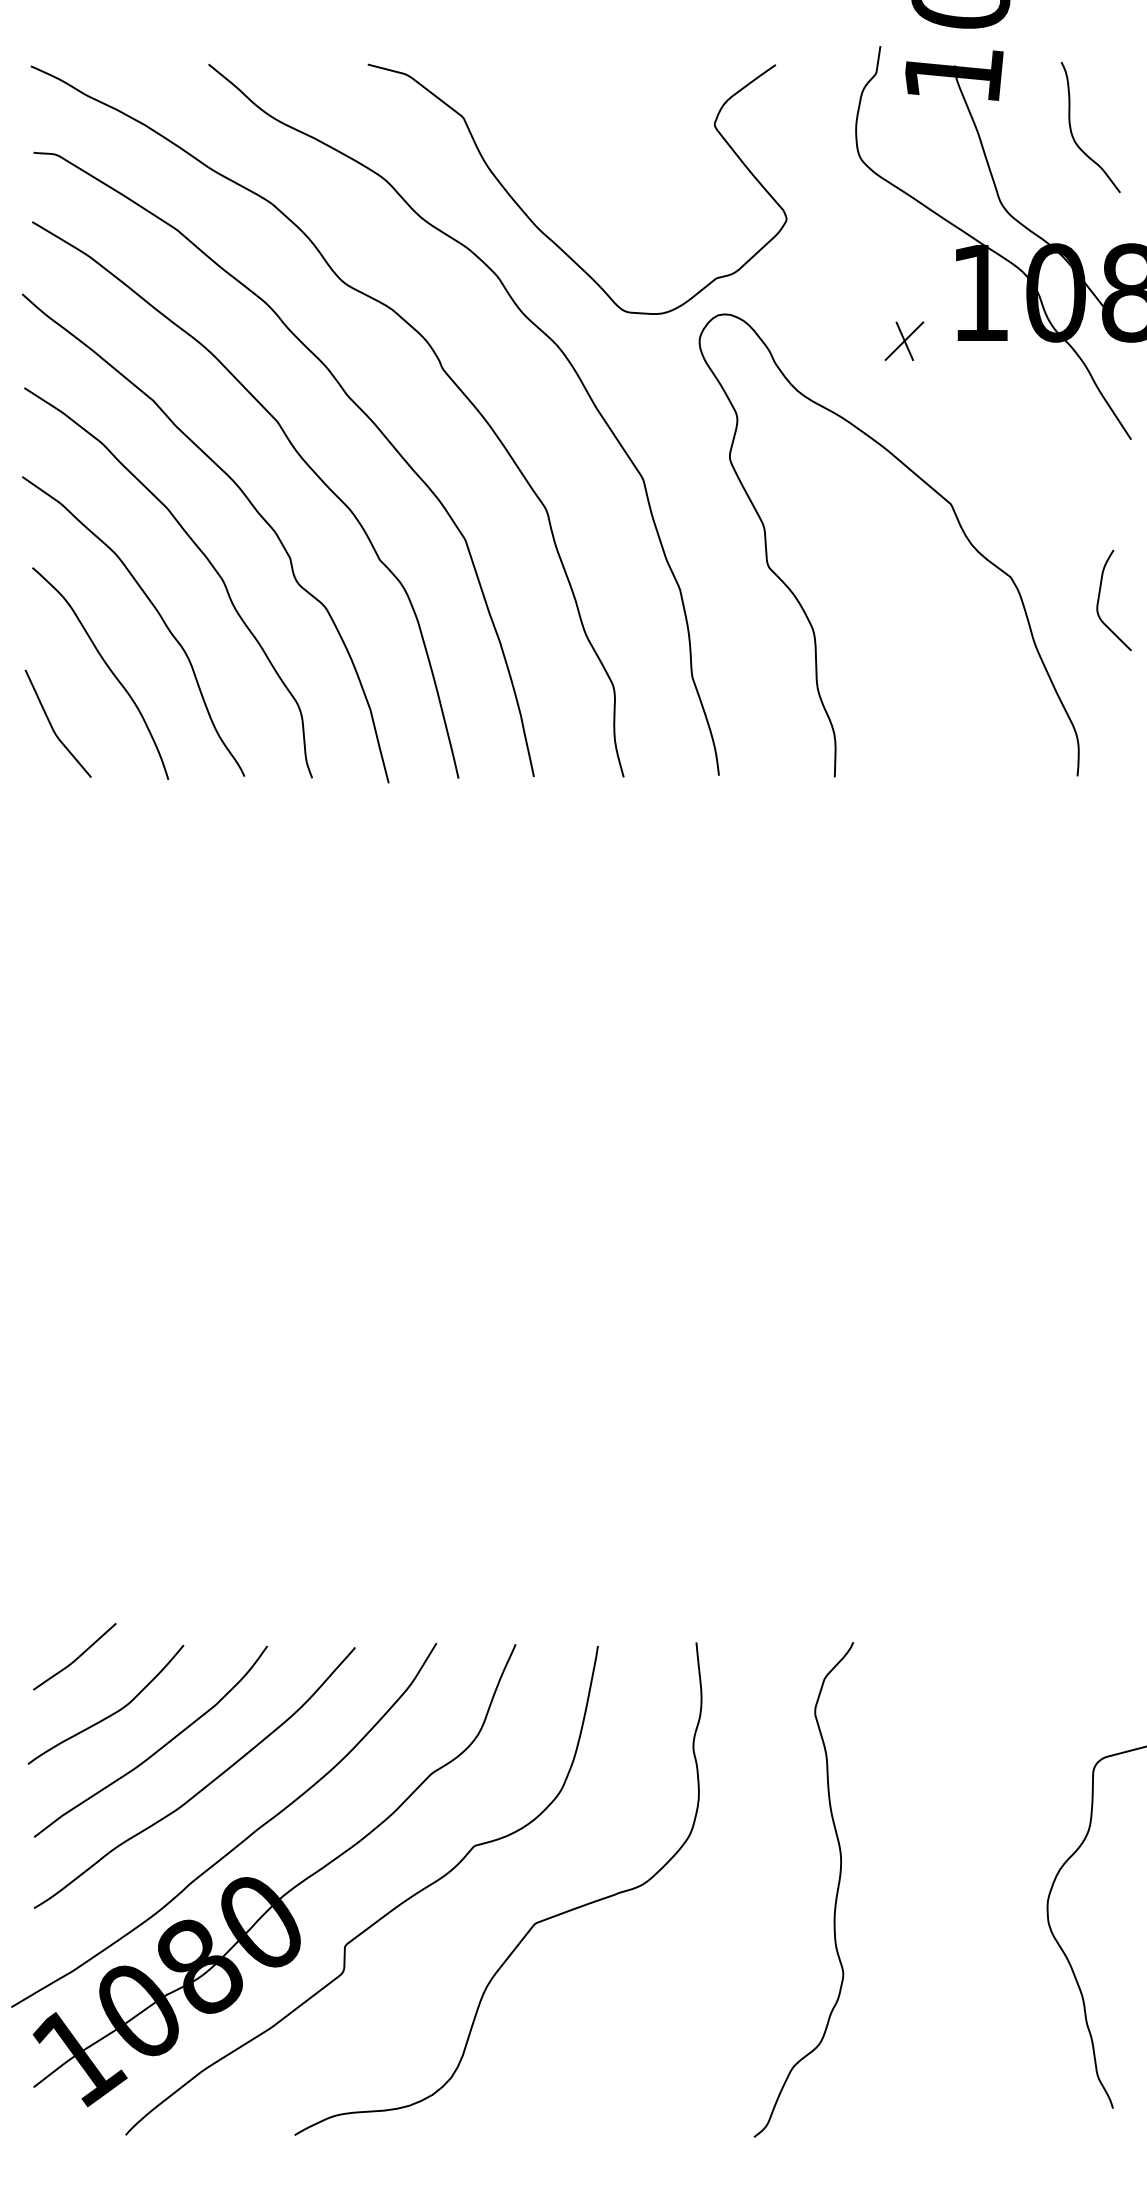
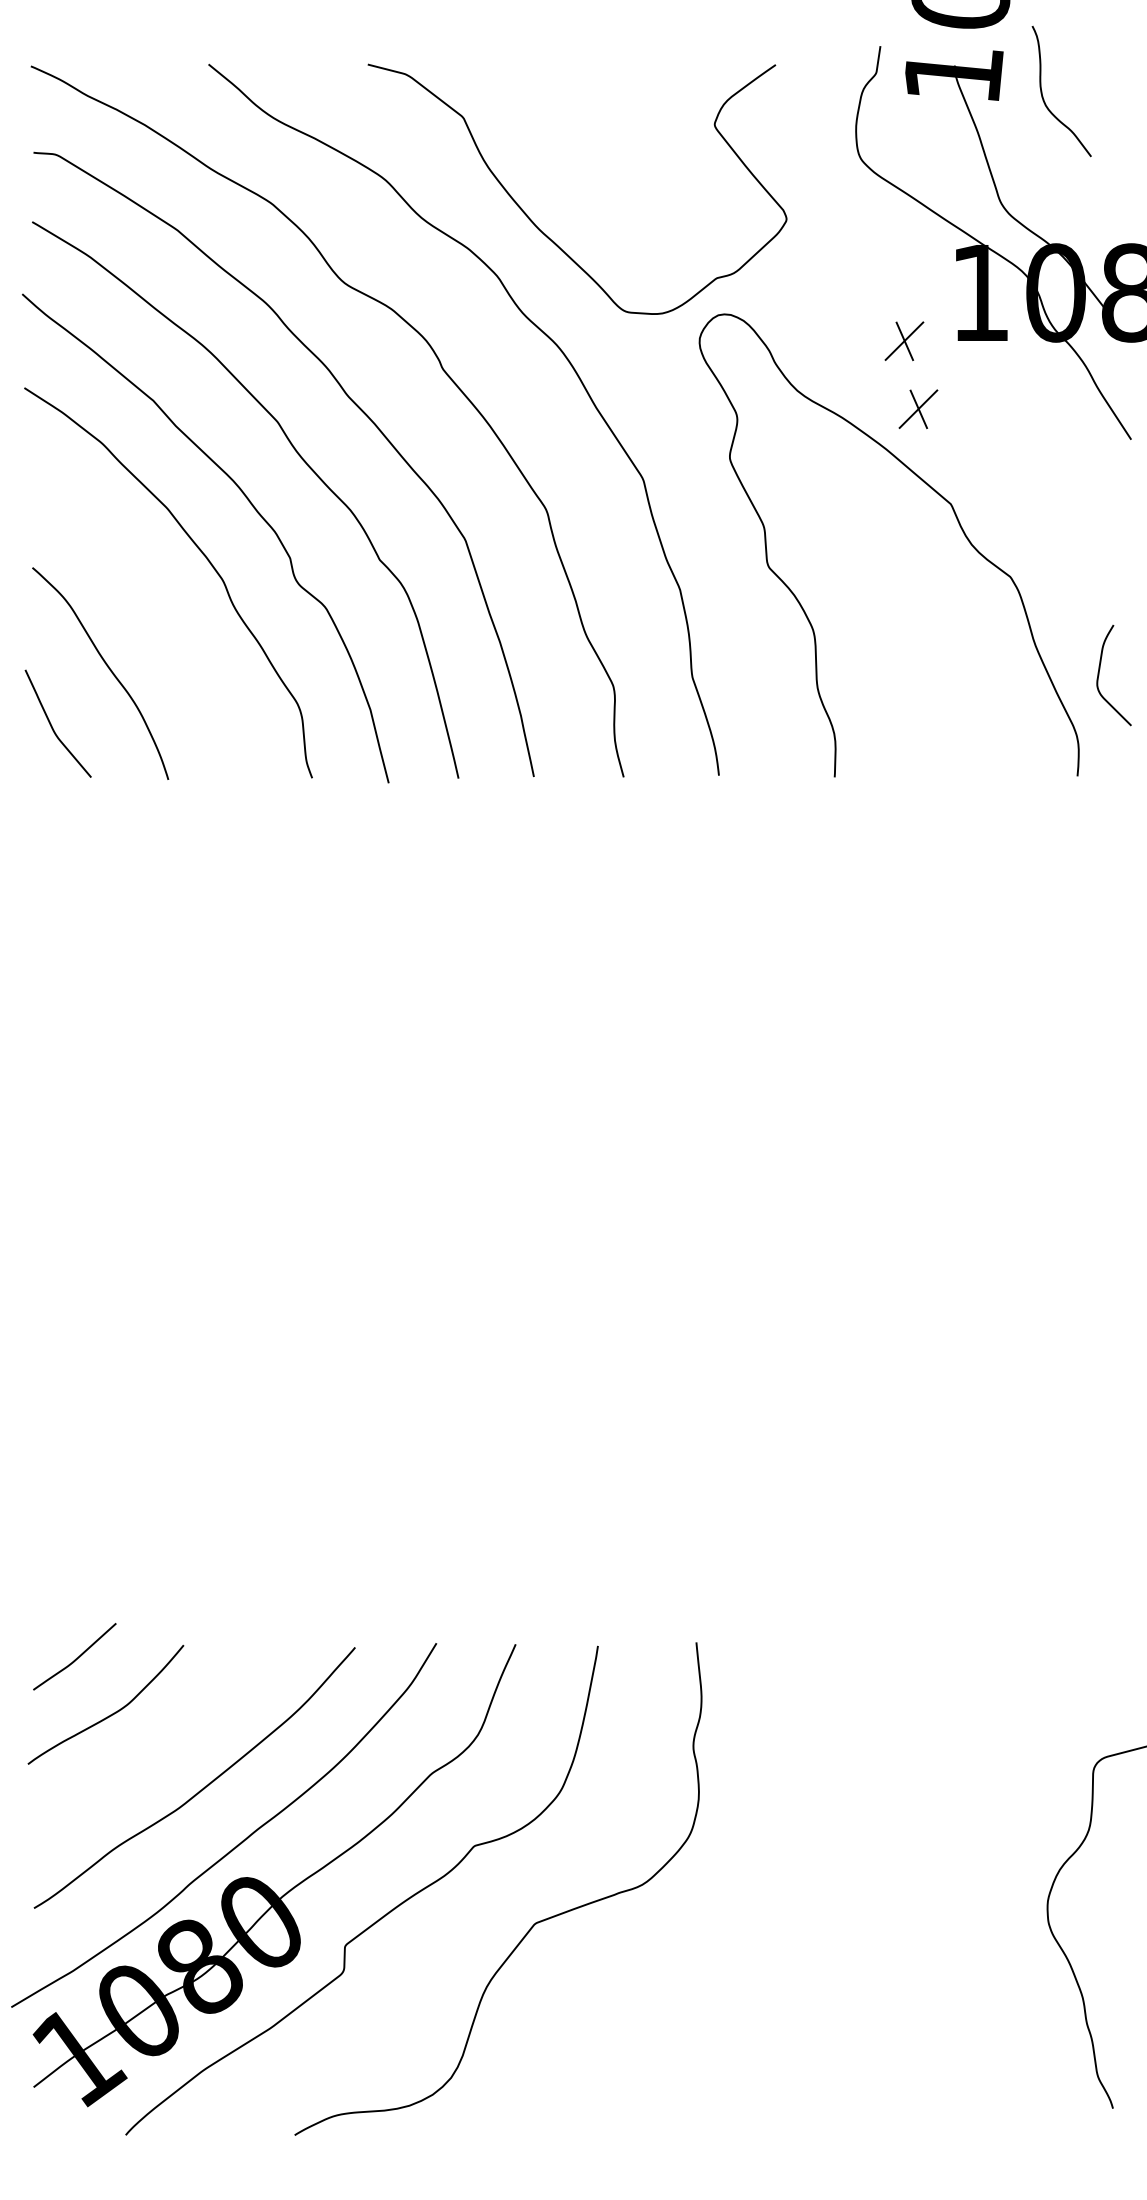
curve at (1072, 132) position: (1072, 132) -> (1043, 96)
part at (918, 408): none -> present
curve at (1099, 600) position: (1099, 600) -> (1099, 675)
curve at (155, 610): present -> none
curve at (156, 1750): present -> none
curve at (835, 1896): present -> none
